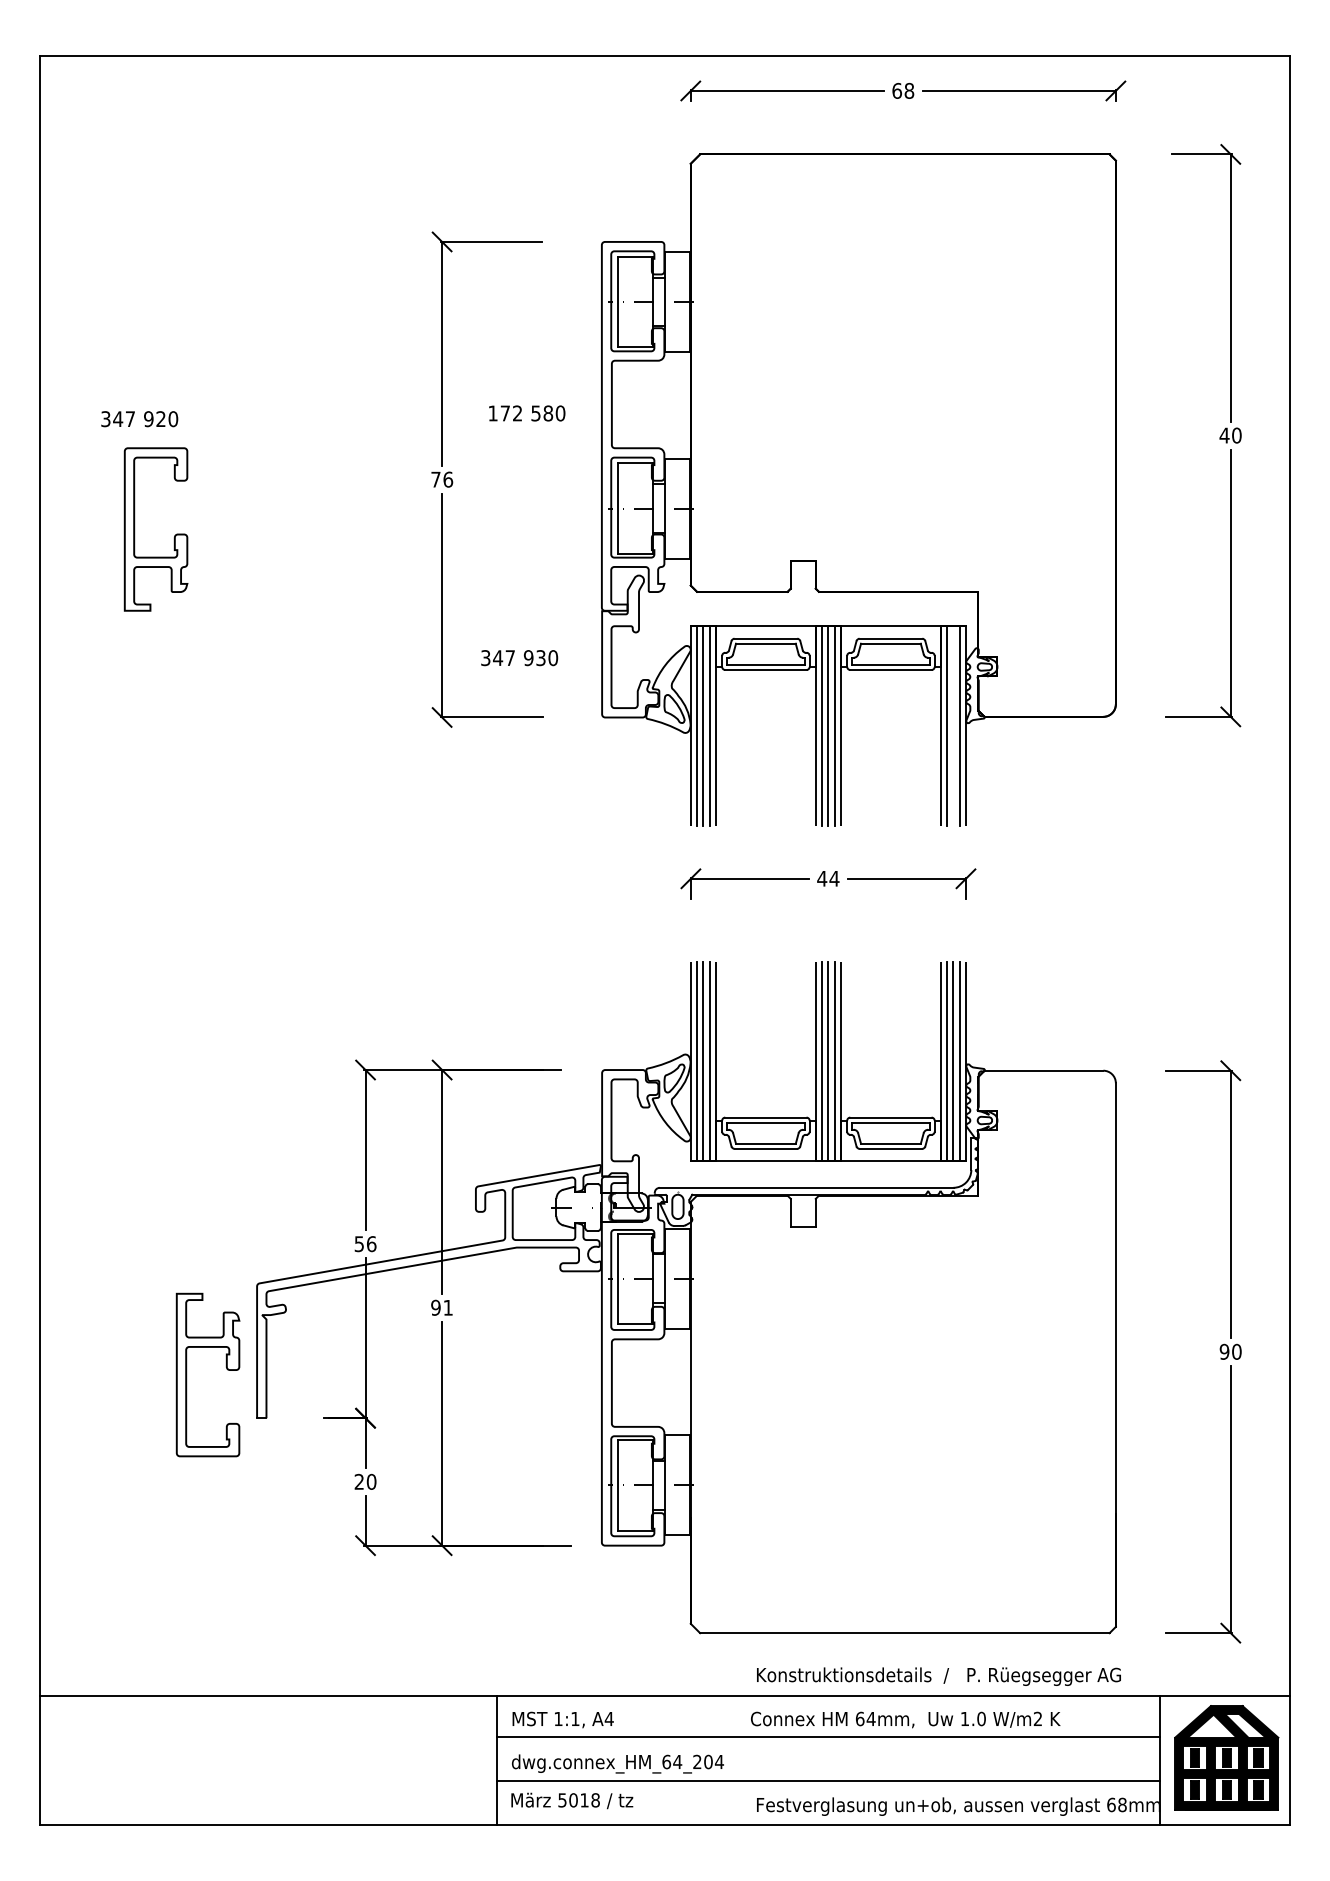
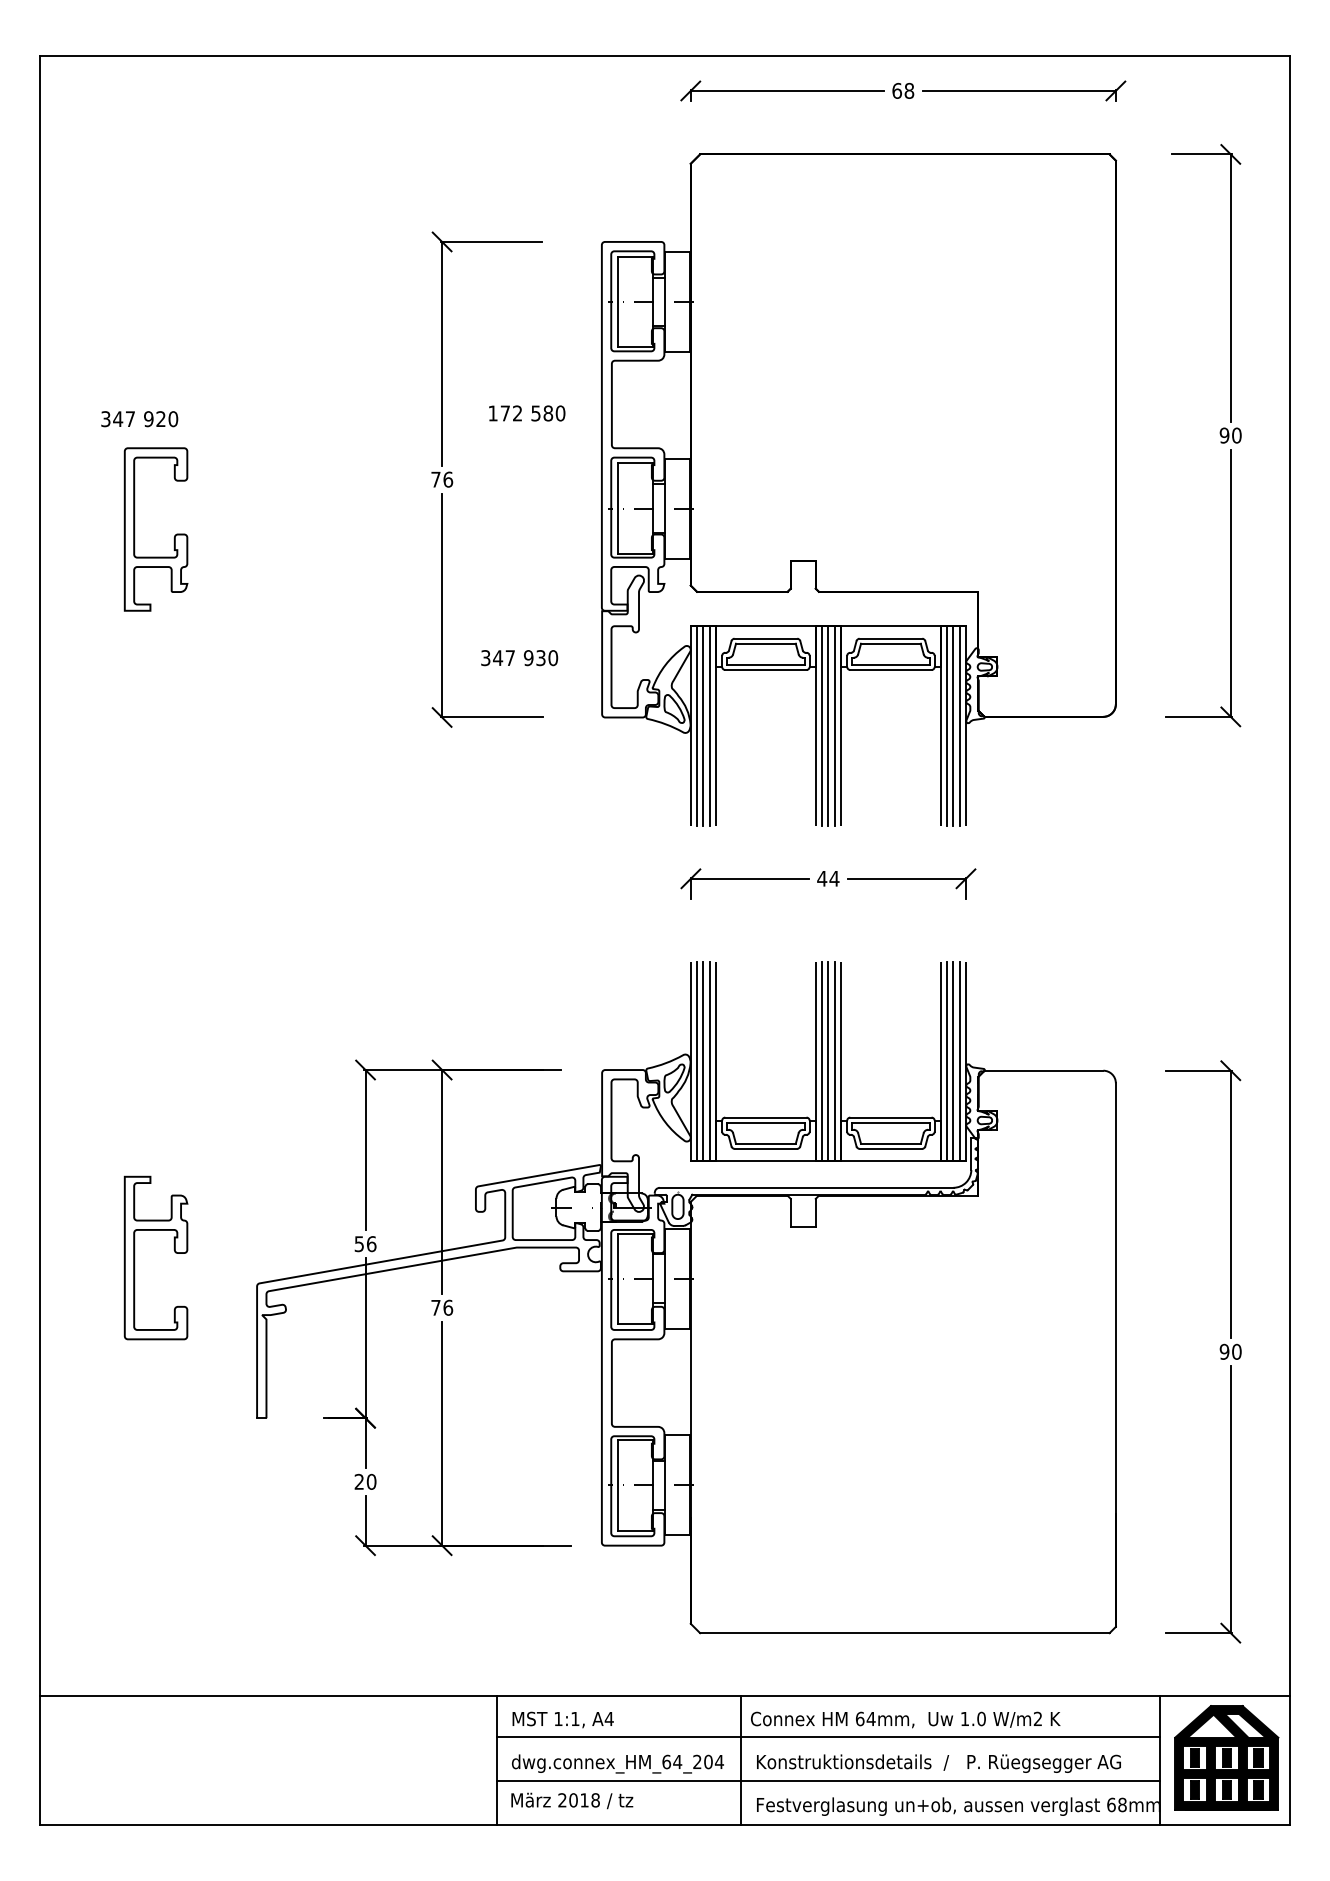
text at (1224, 435): 40 -> 90
line at (953, 725): none -> present
text at (442, 1307): 91 -> 76
part at (226, 1369) position: (226, 1369) -> (174, 1252)
text at (938, 1676) position: (938, 1676) -> (938, 1763)
line at (741, 1759): none -> present
text at (562, 1800): 5018 -> 2018
